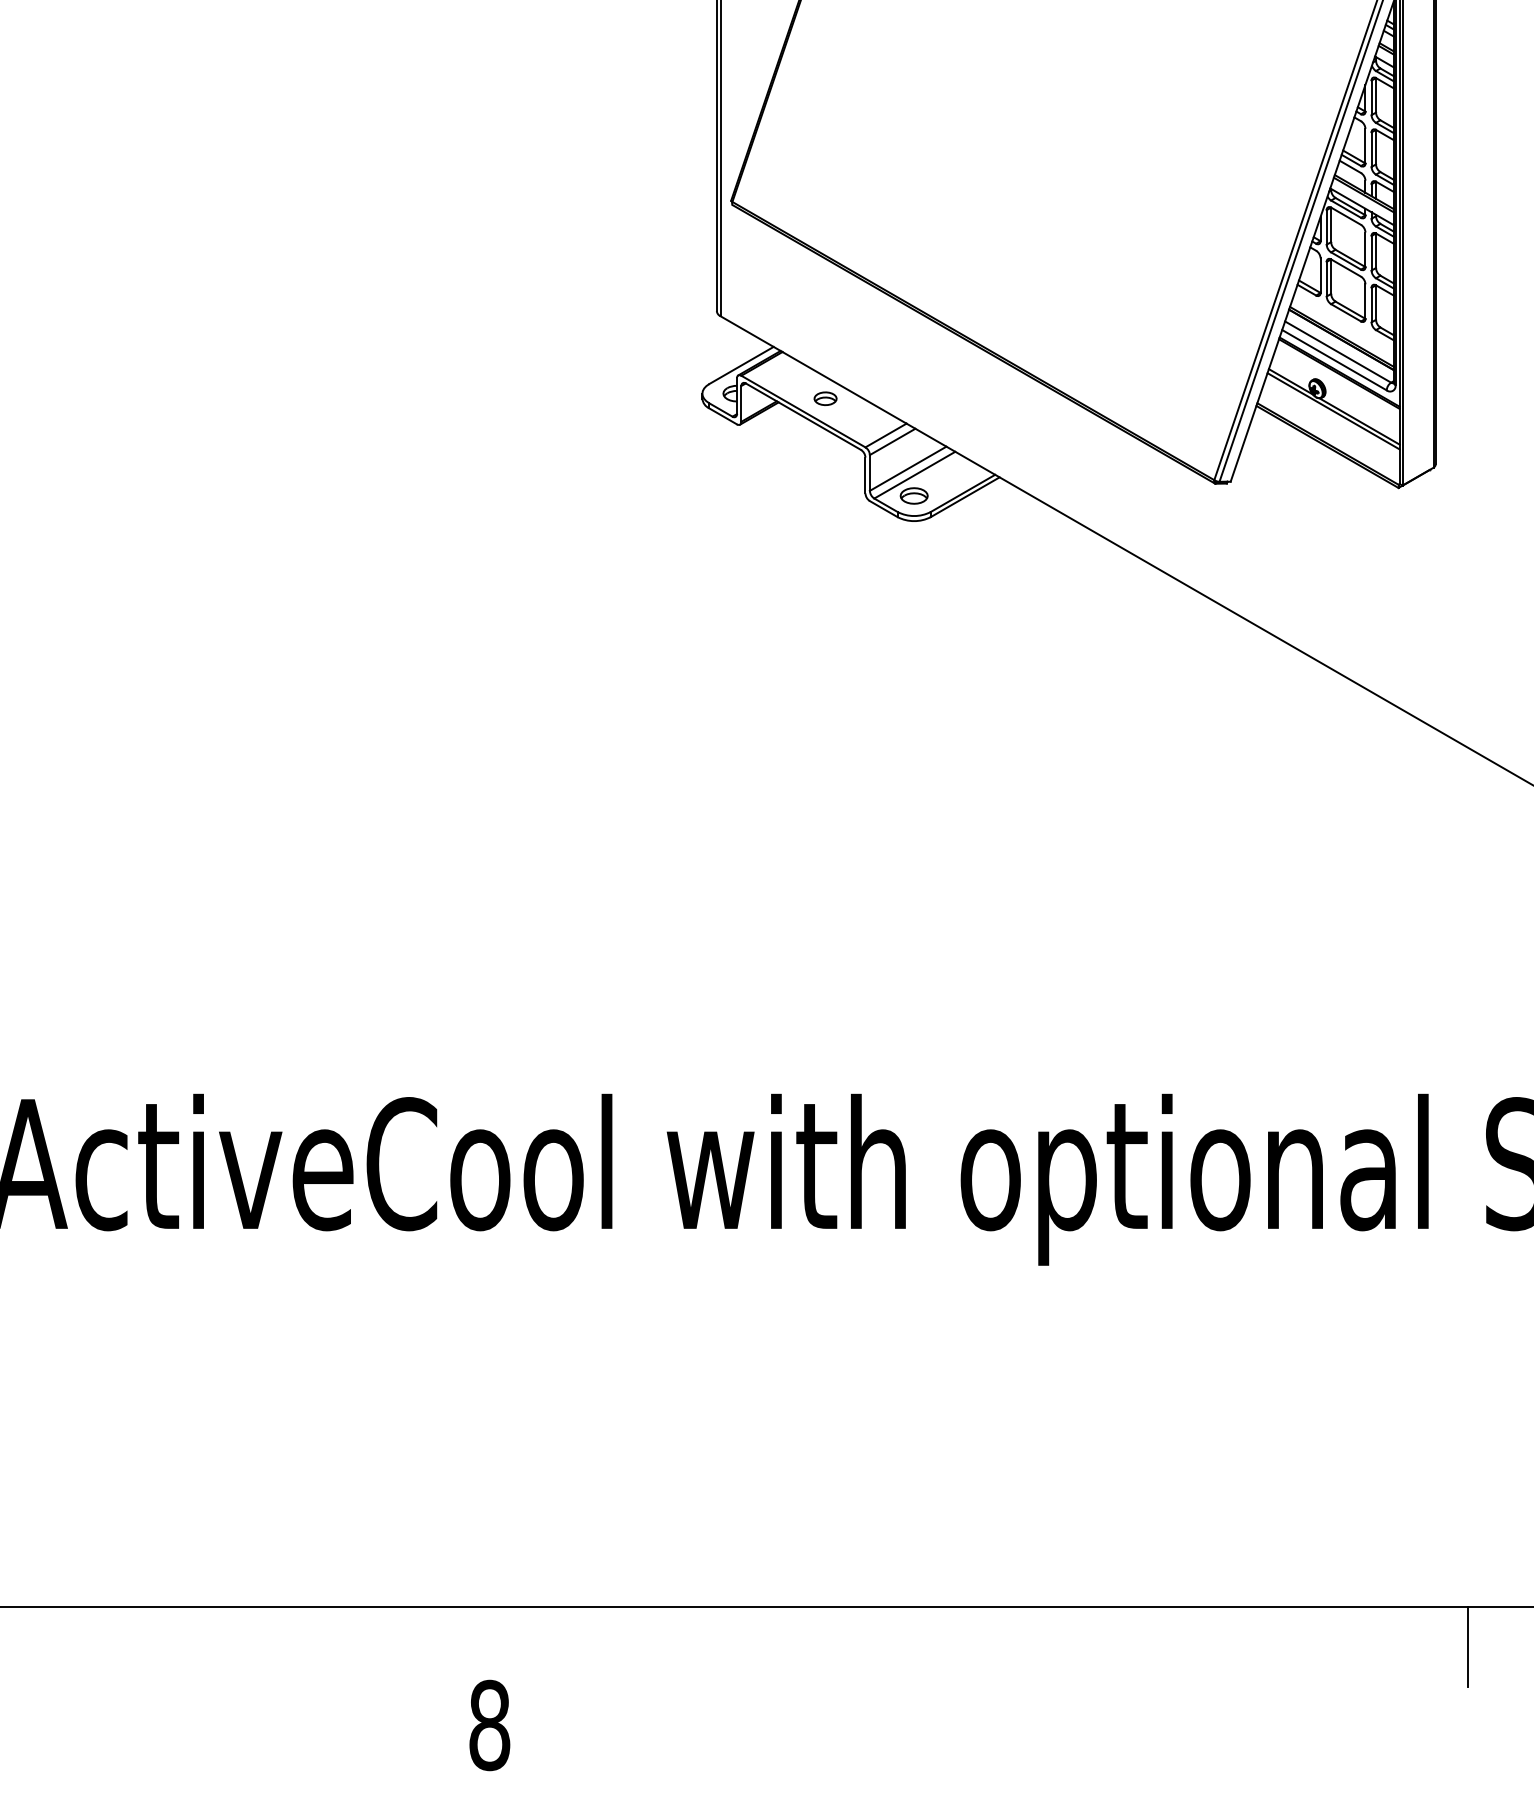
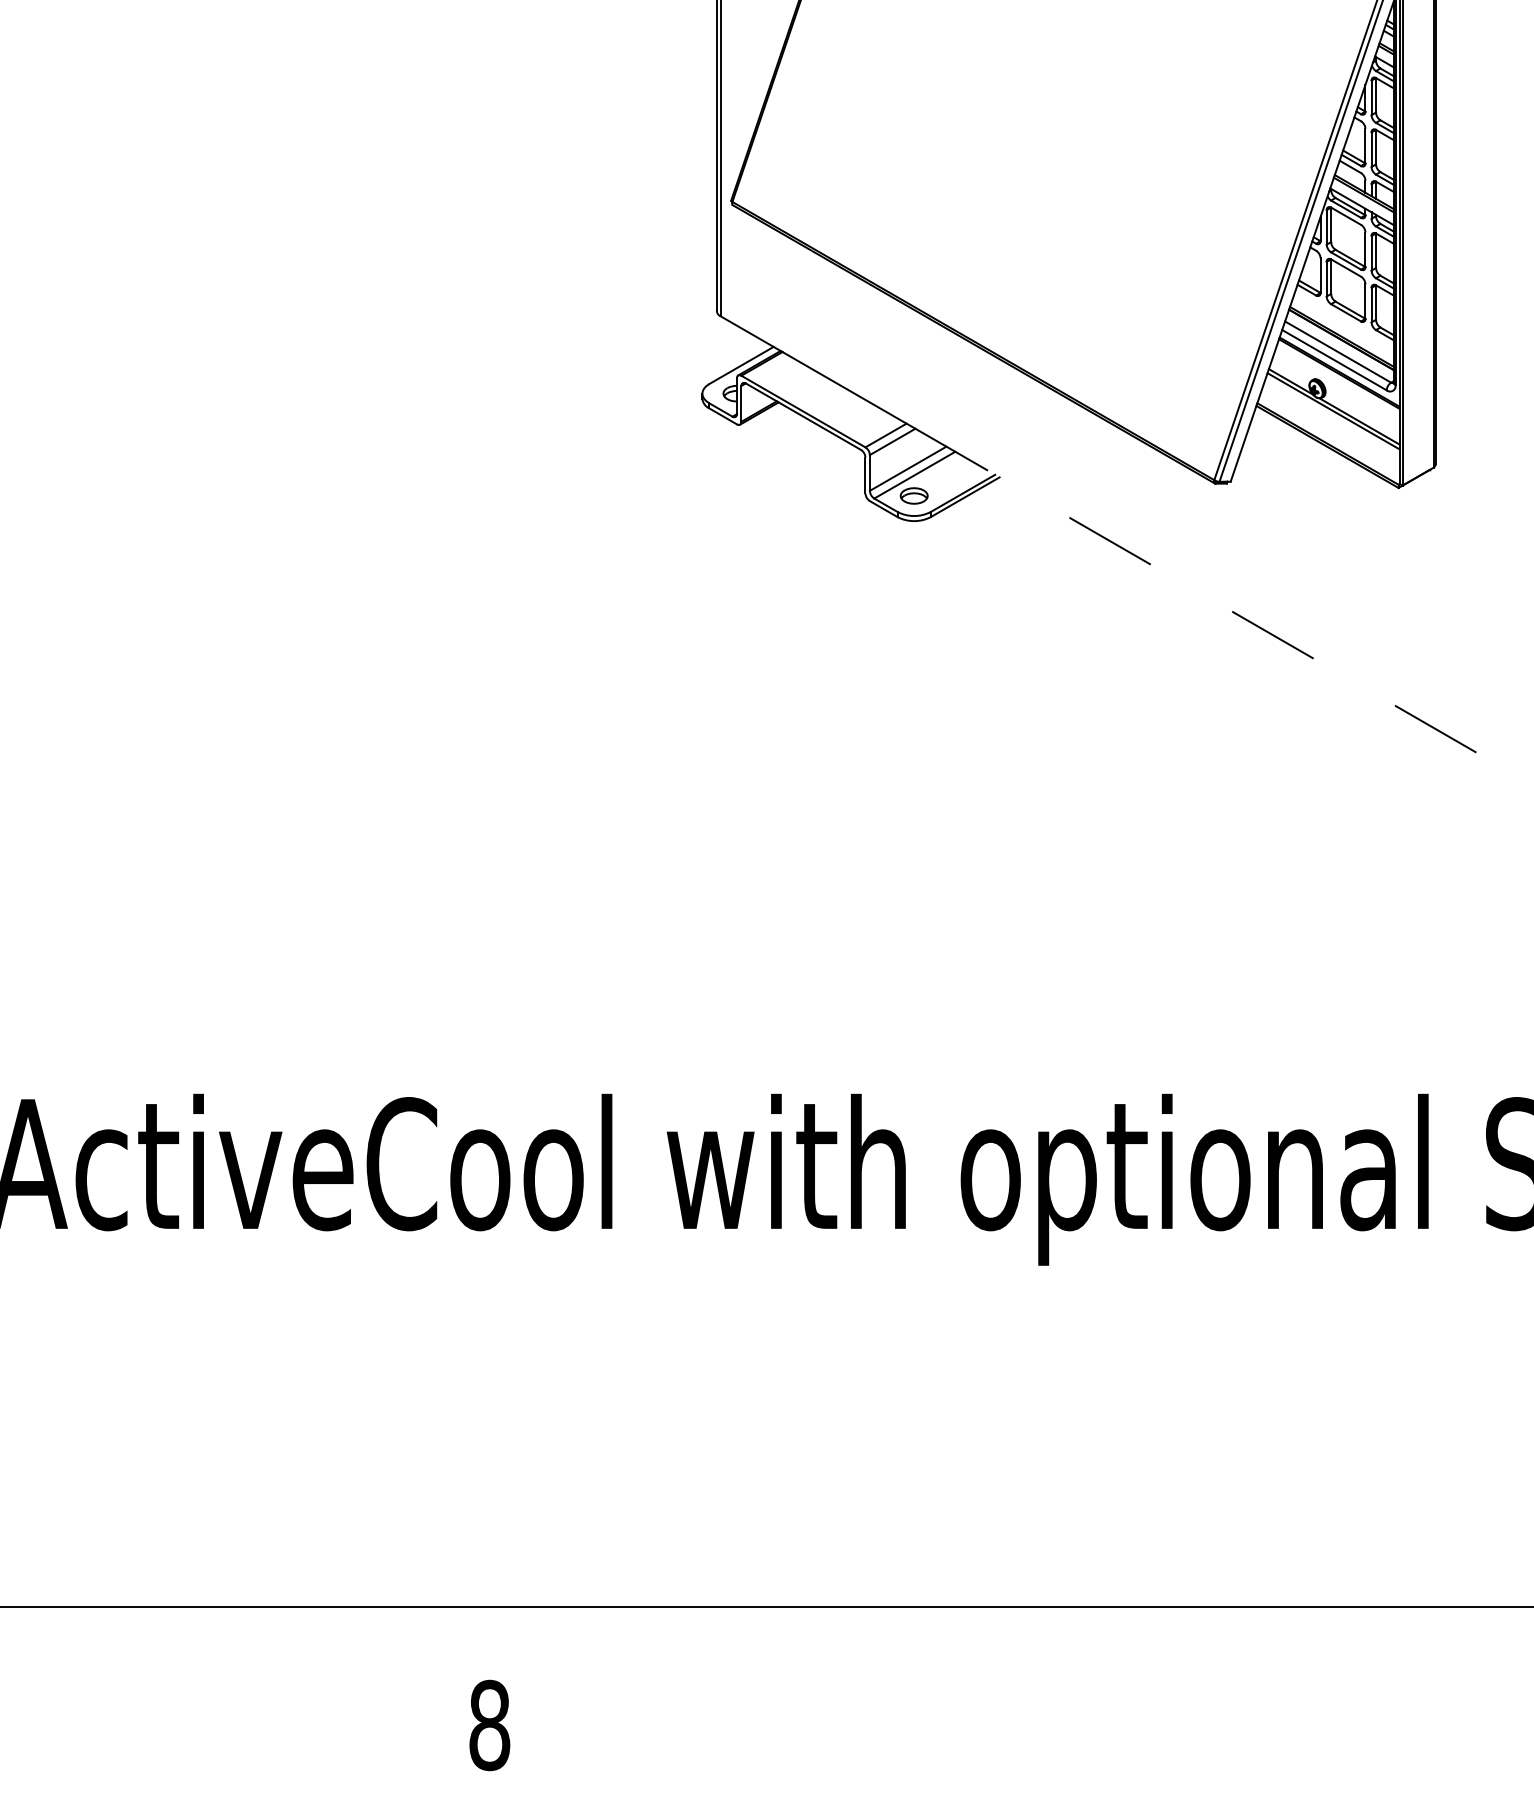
part at (825, 398): present -> none
line at (1220, 604): solid -> dashed
line at (1467, 1646): present -> none
